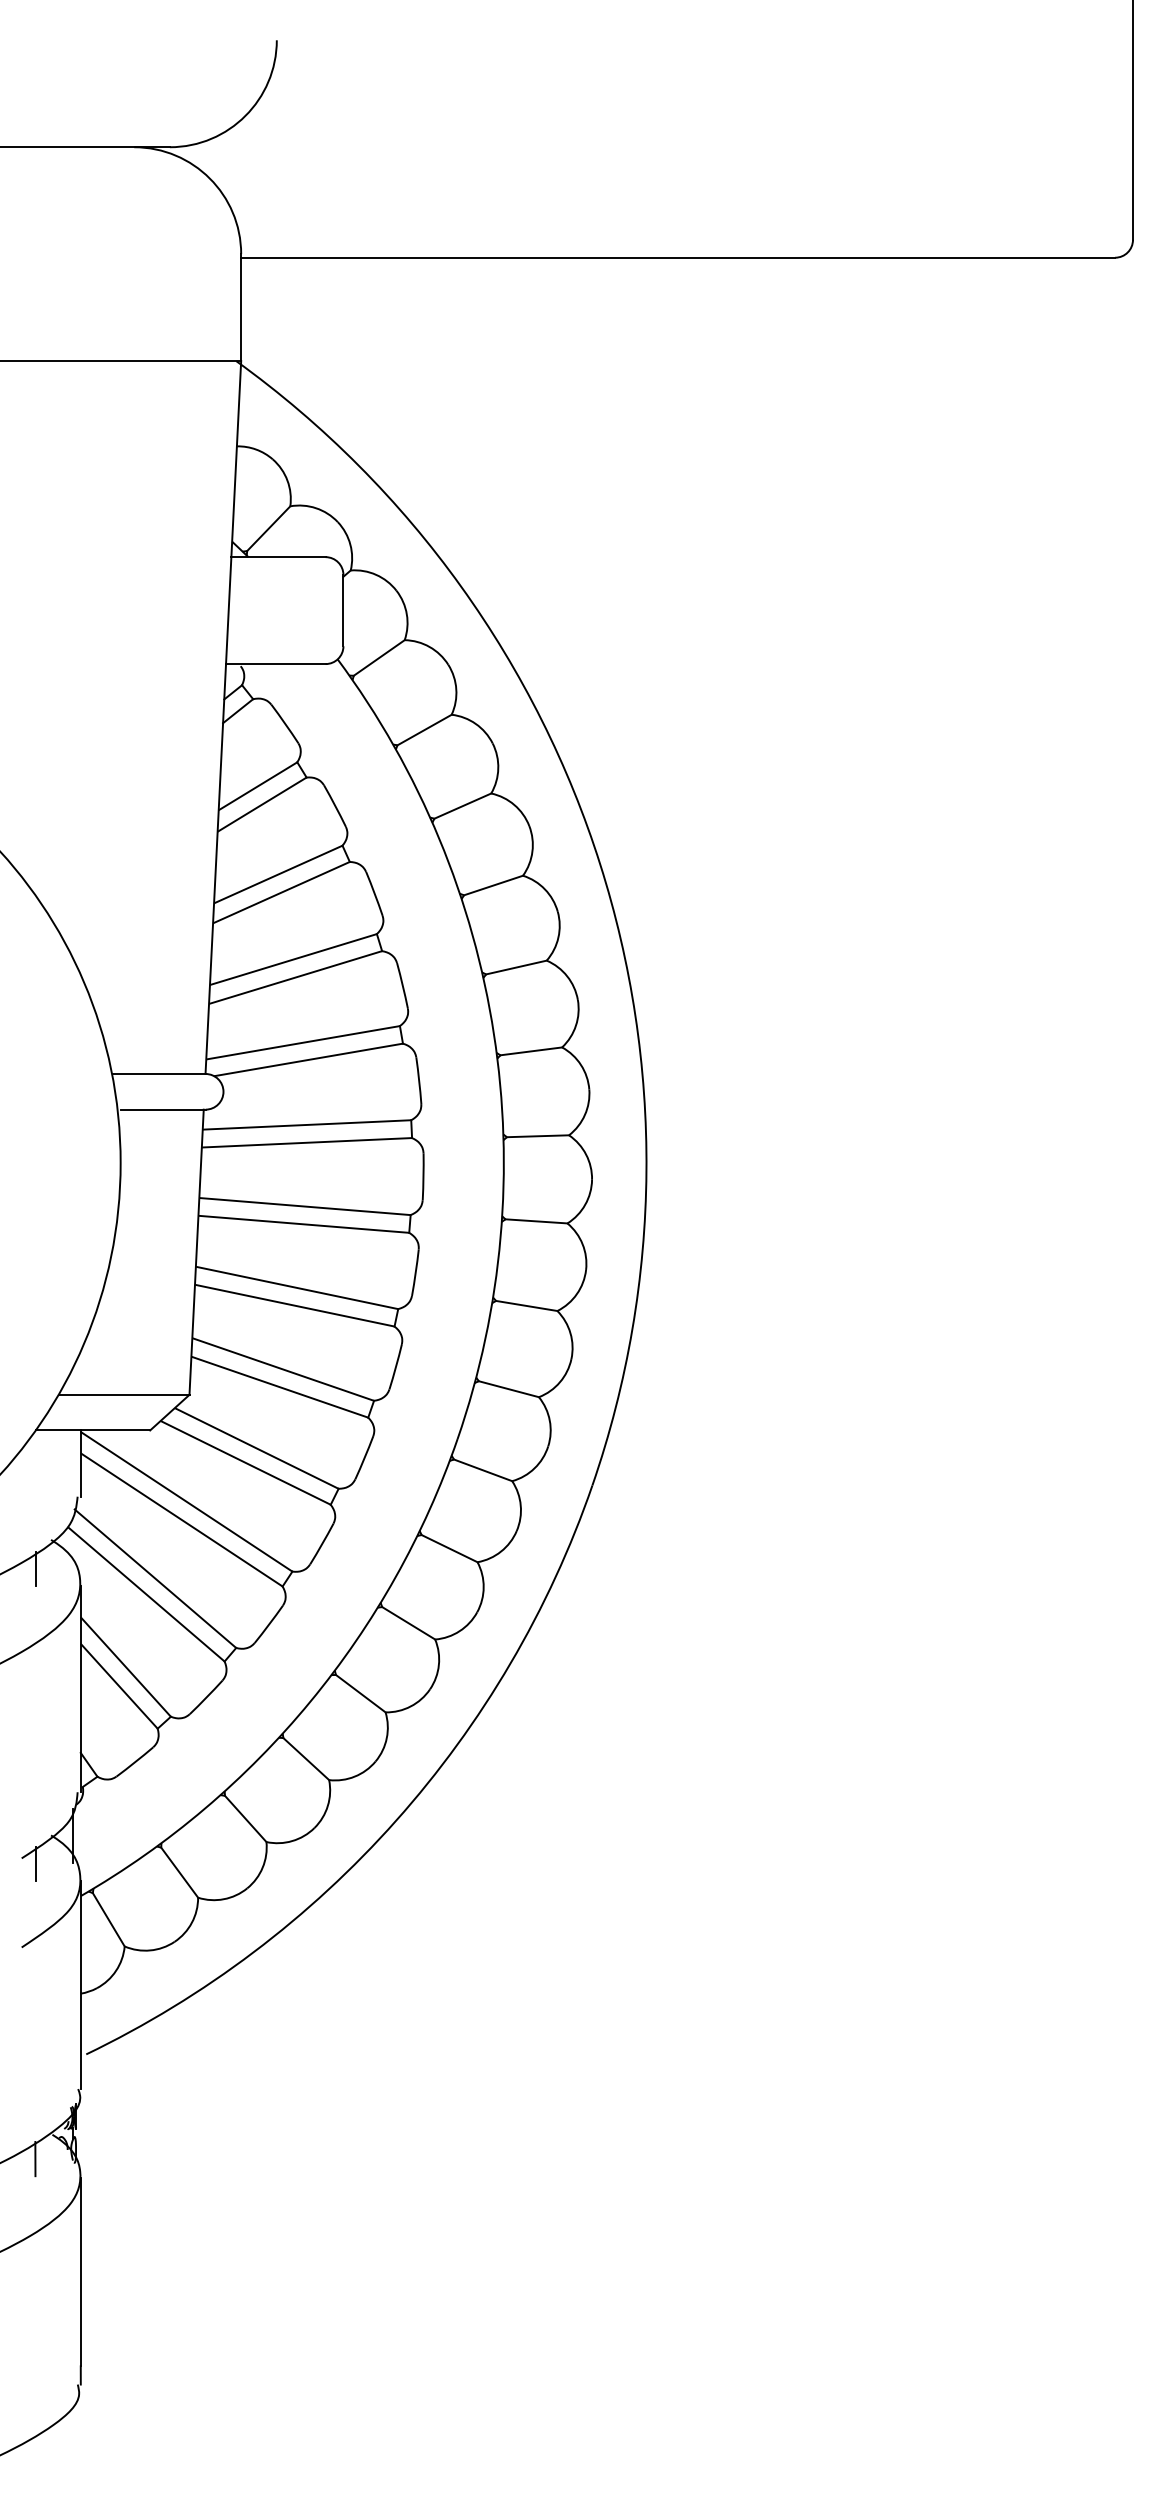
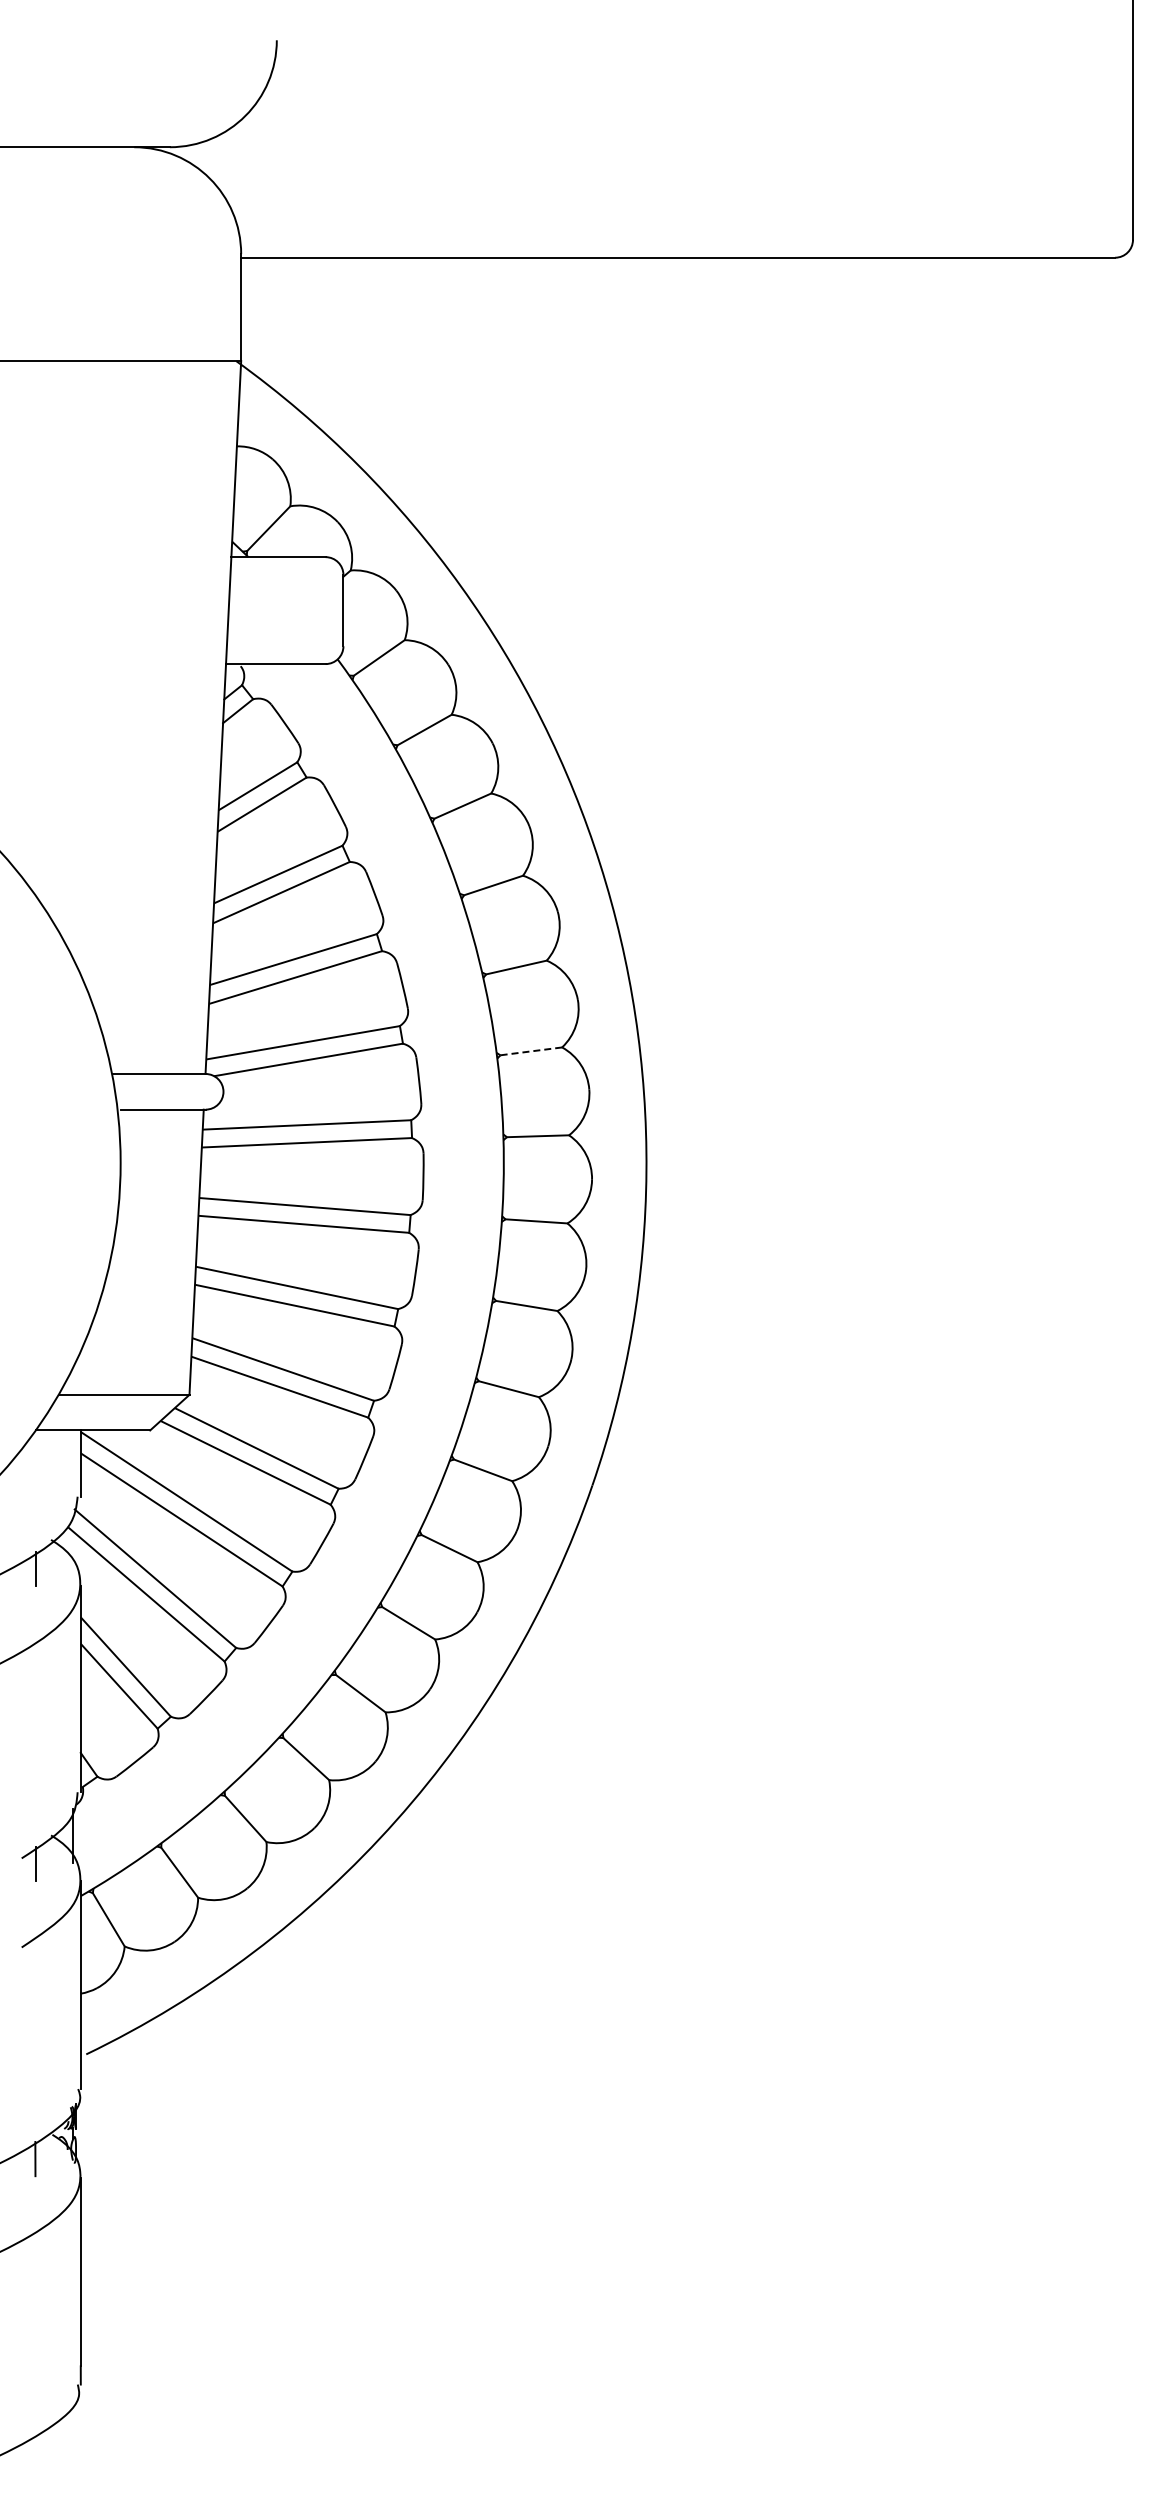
line at (530, 1051): solid -> dashed
